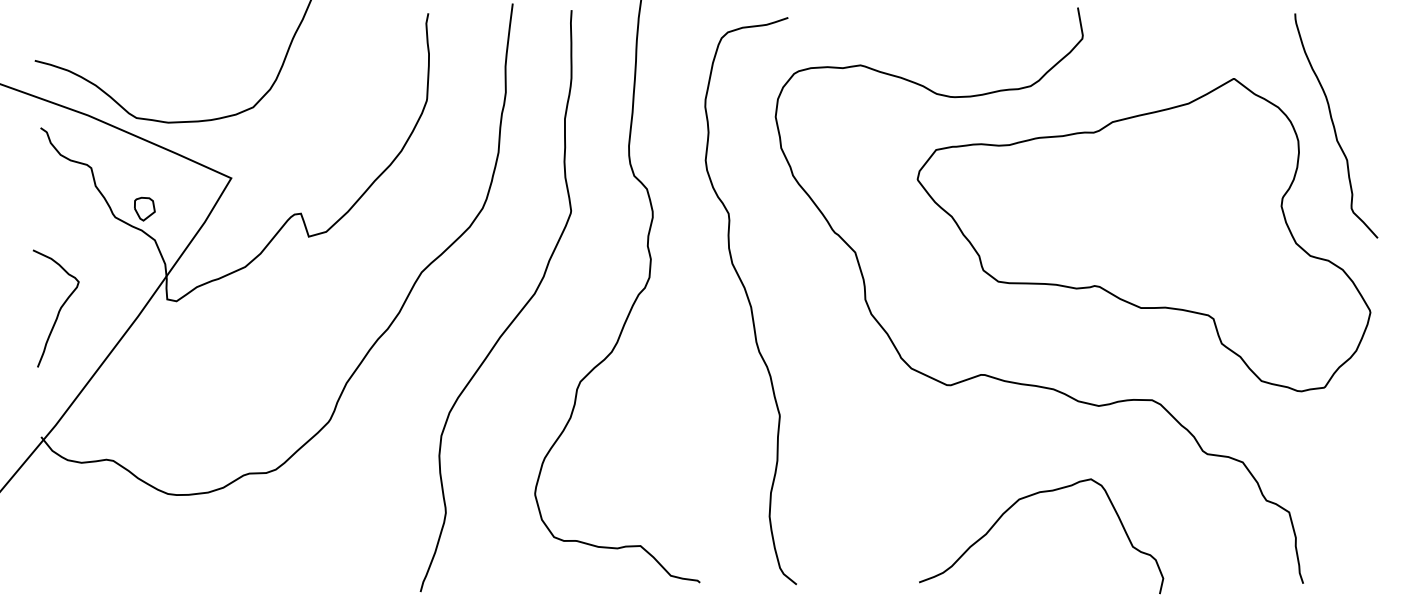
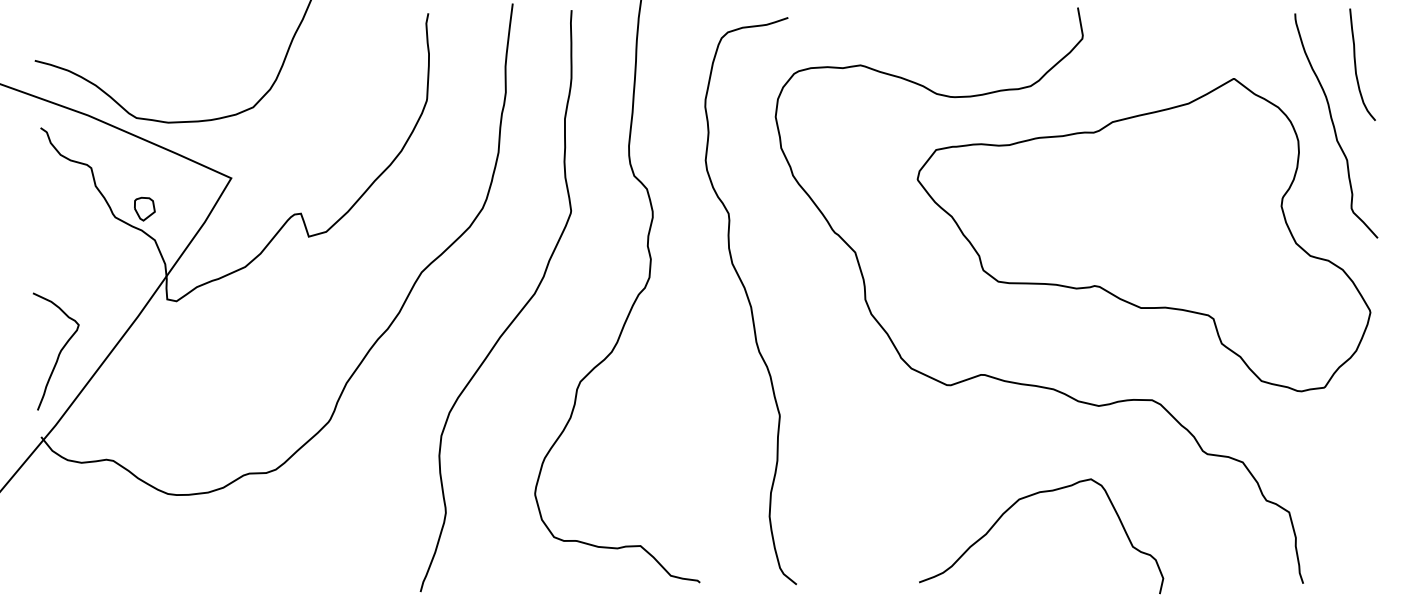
curve at (1356, 64): none -> present
curve at (58, 310) position: (58, 310) -> (58, 353)
